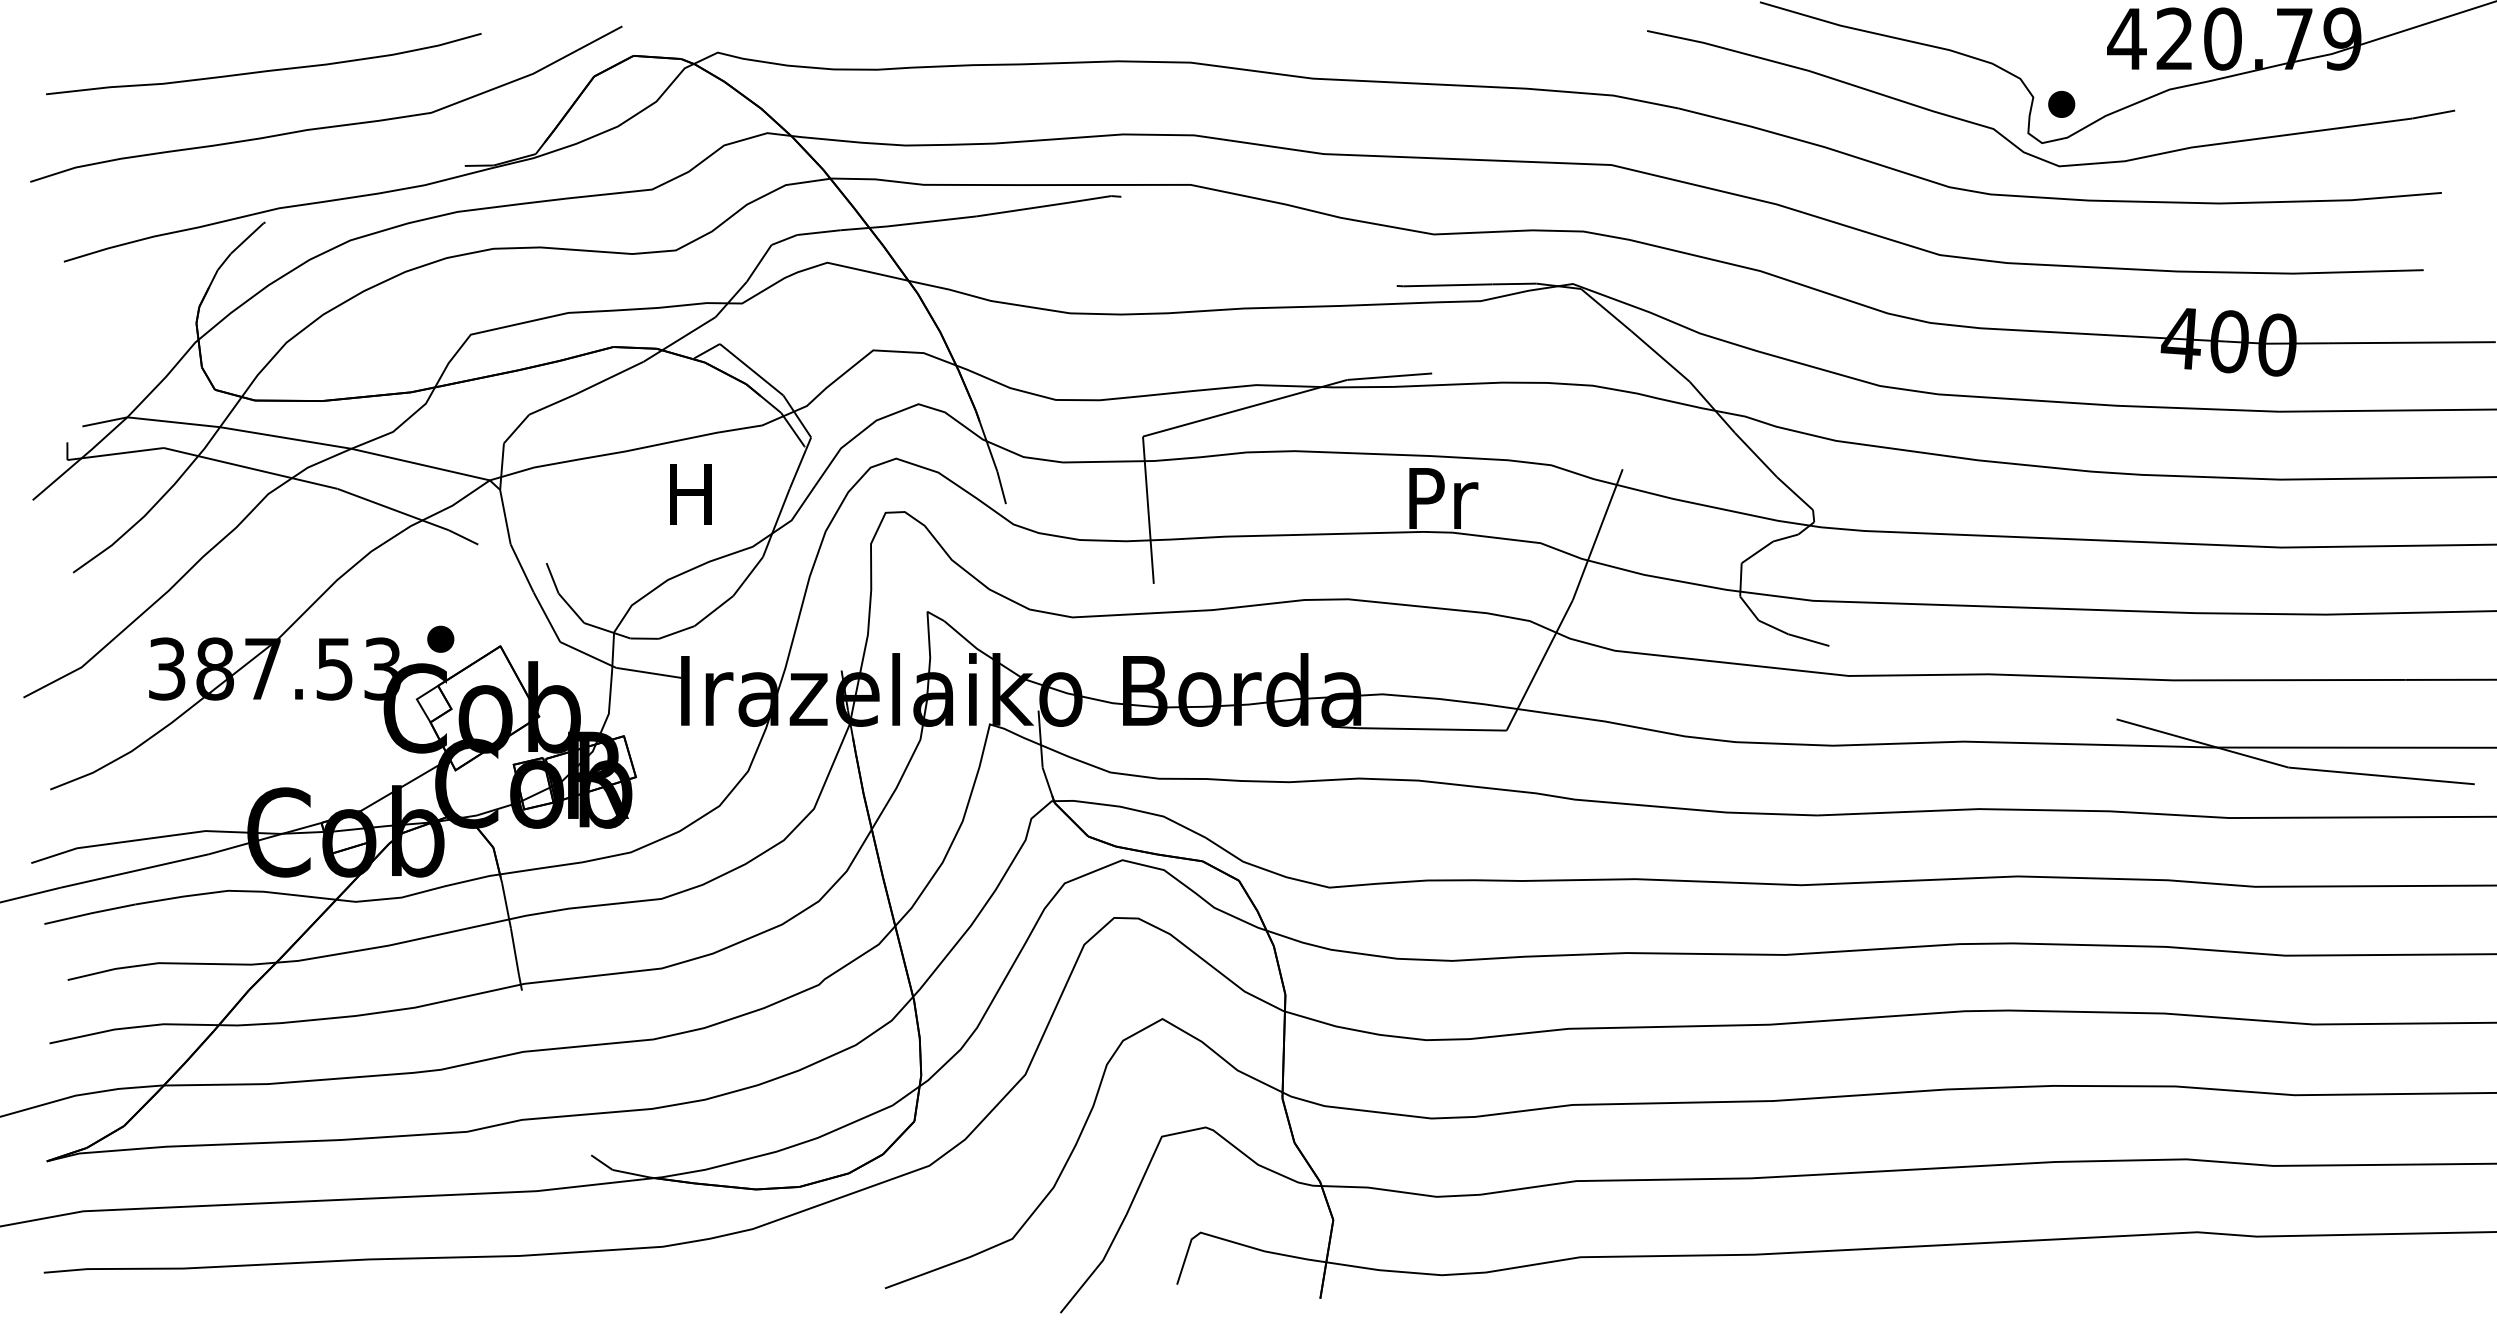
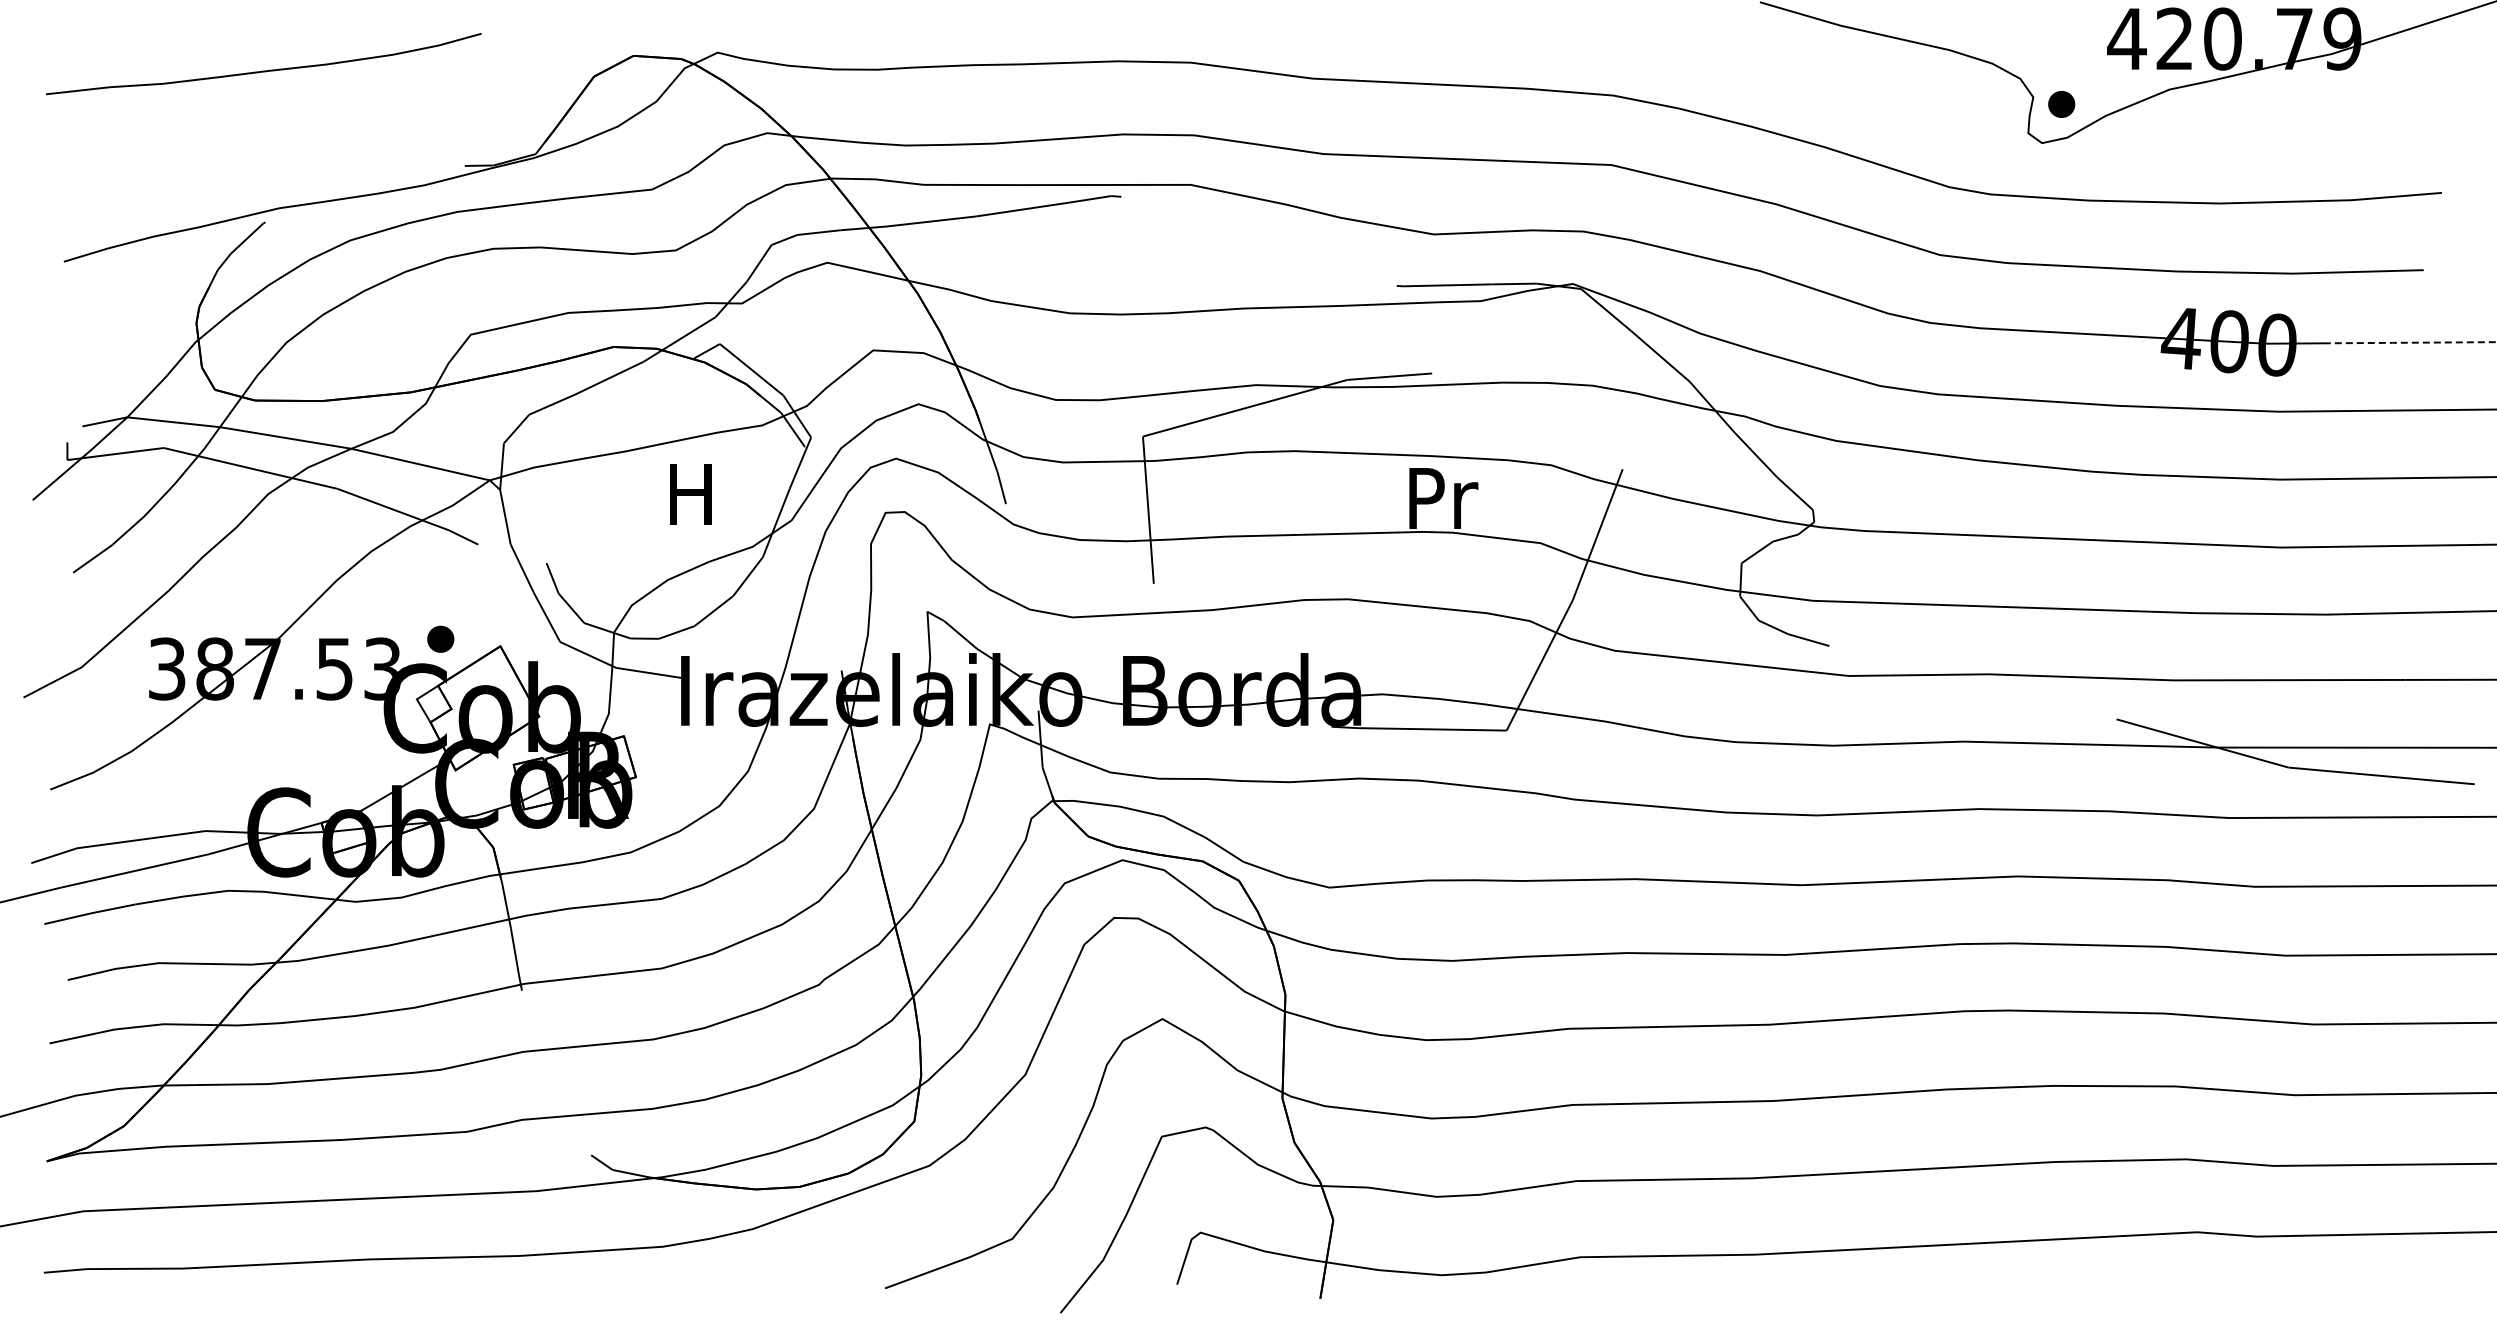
curve at (332, 125): present -> none
part at (2014, 143): present -> none
line at (2411, 342): solid -> dashed
